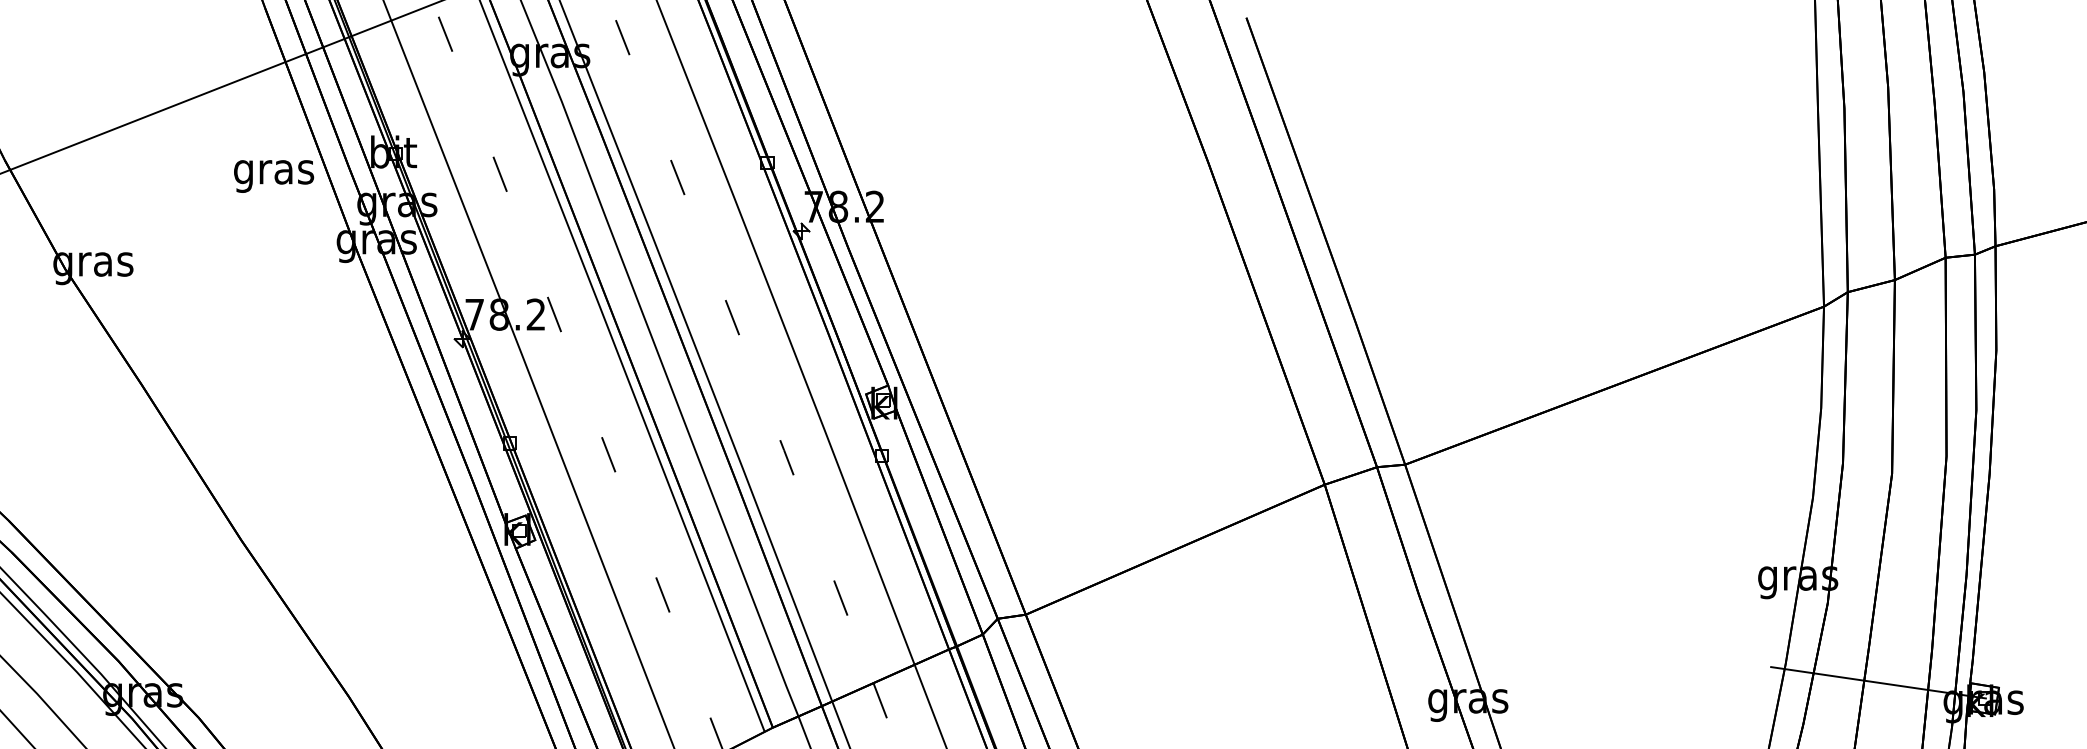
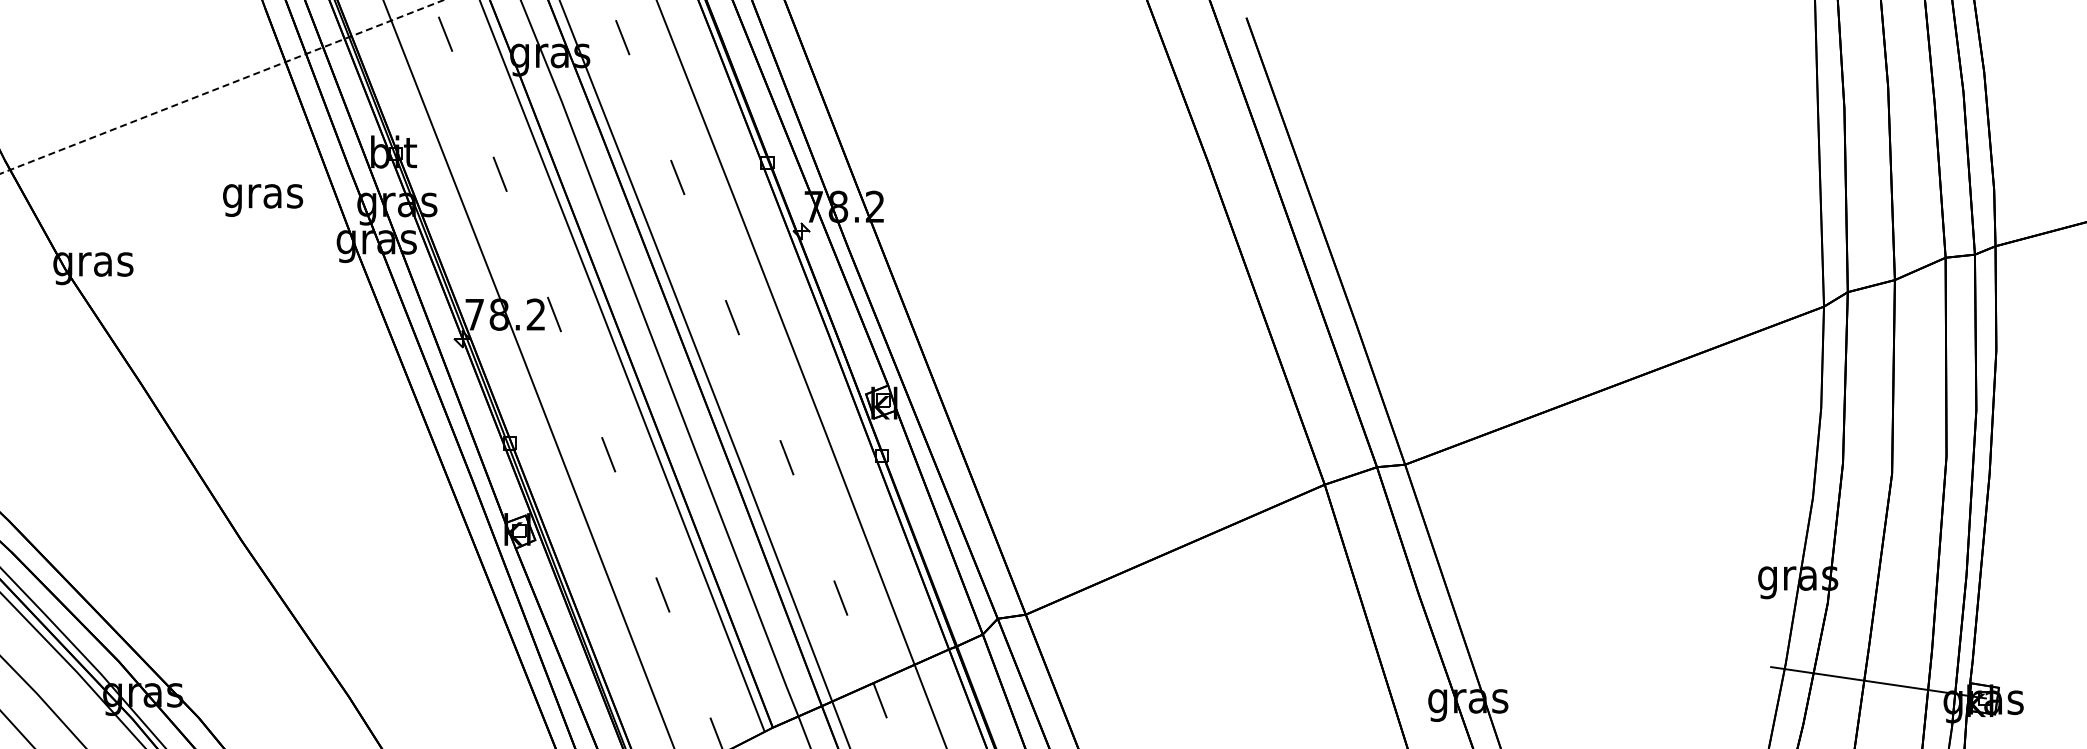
line at (222, 86): solid -> dashed
text at (274, 176) position: (274, 176) -> (263, 200)
